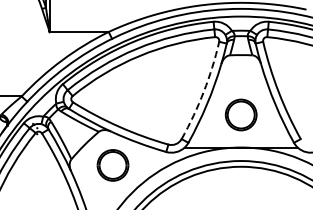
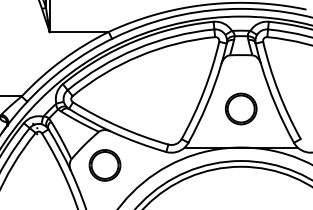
arc at (203, 91): dashed -> solid
part at (240, 114) position: (240, 114) -> (240, 108)
part at (112, 165) position: (112, 165) -> (104, 165)
